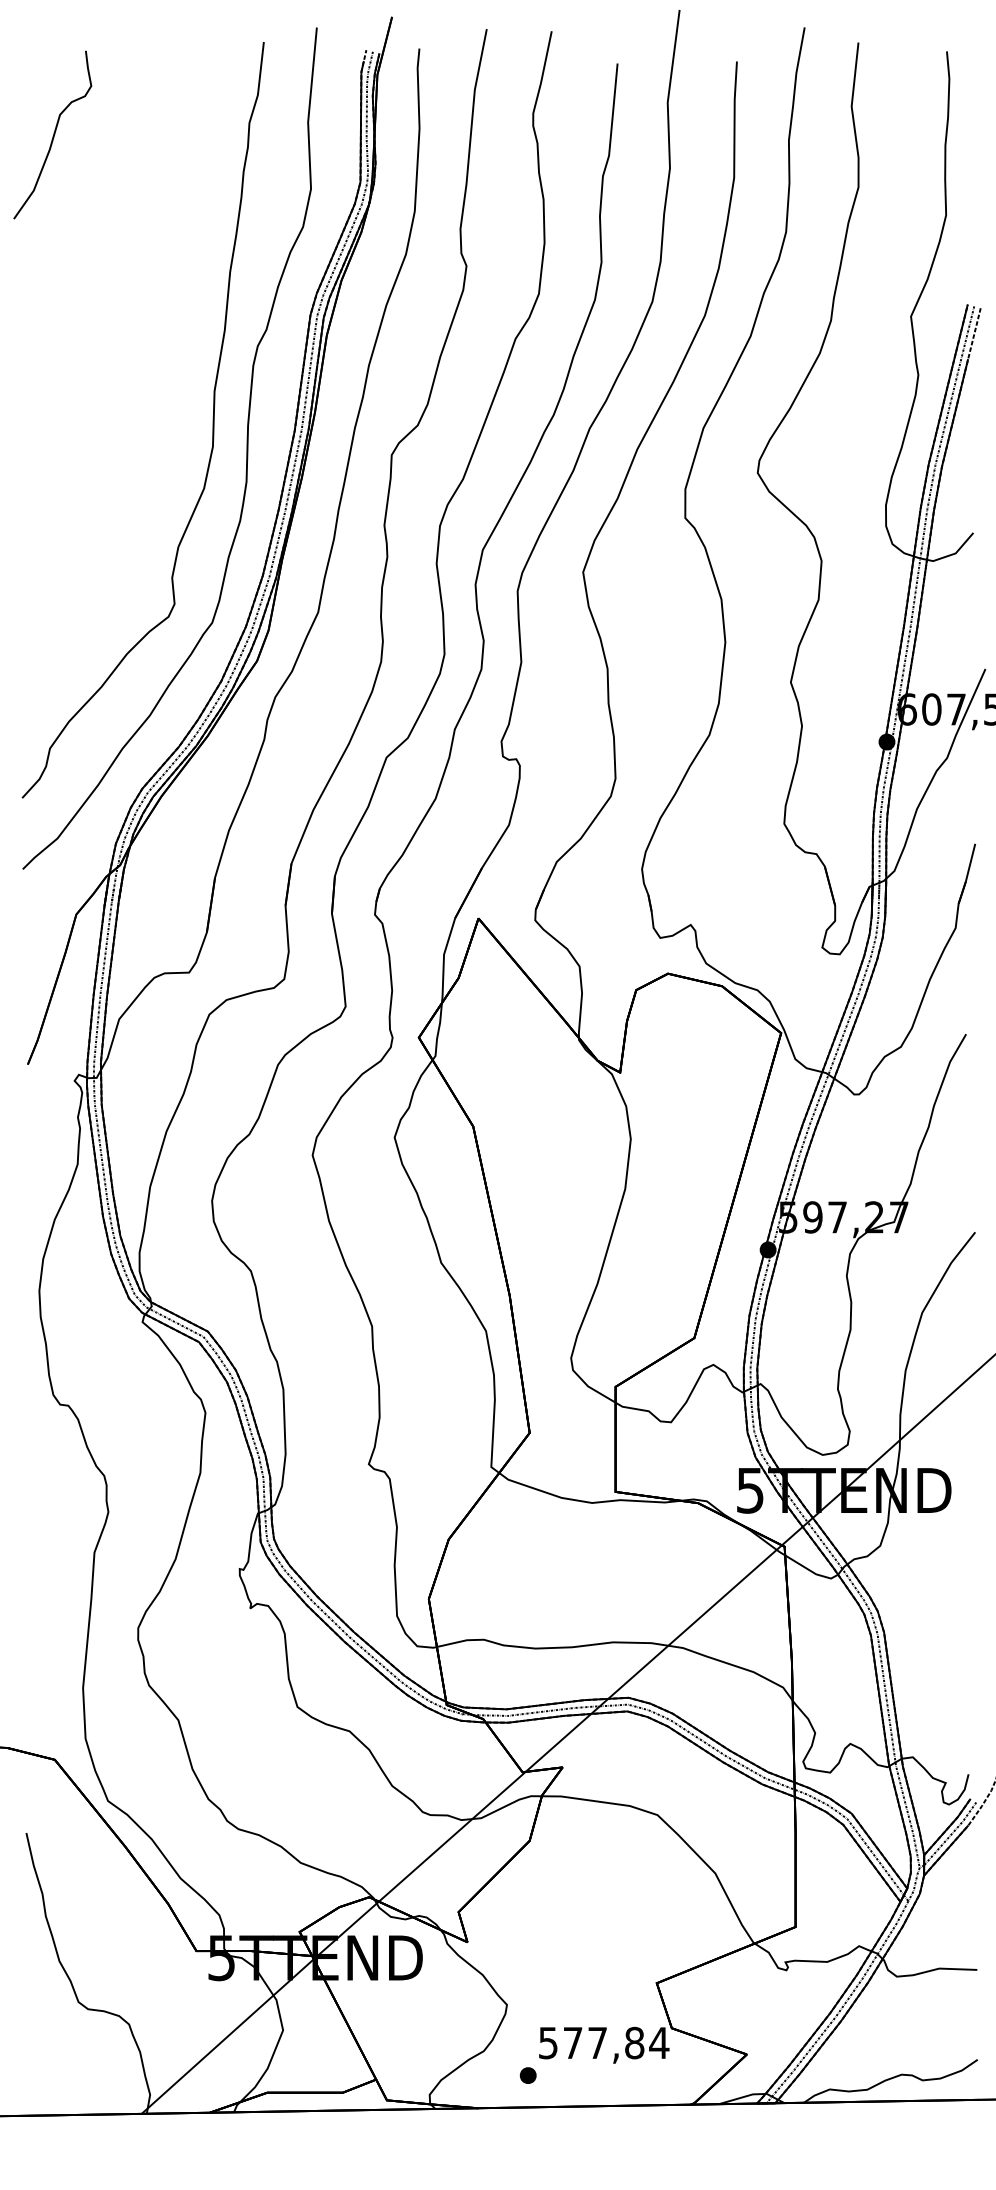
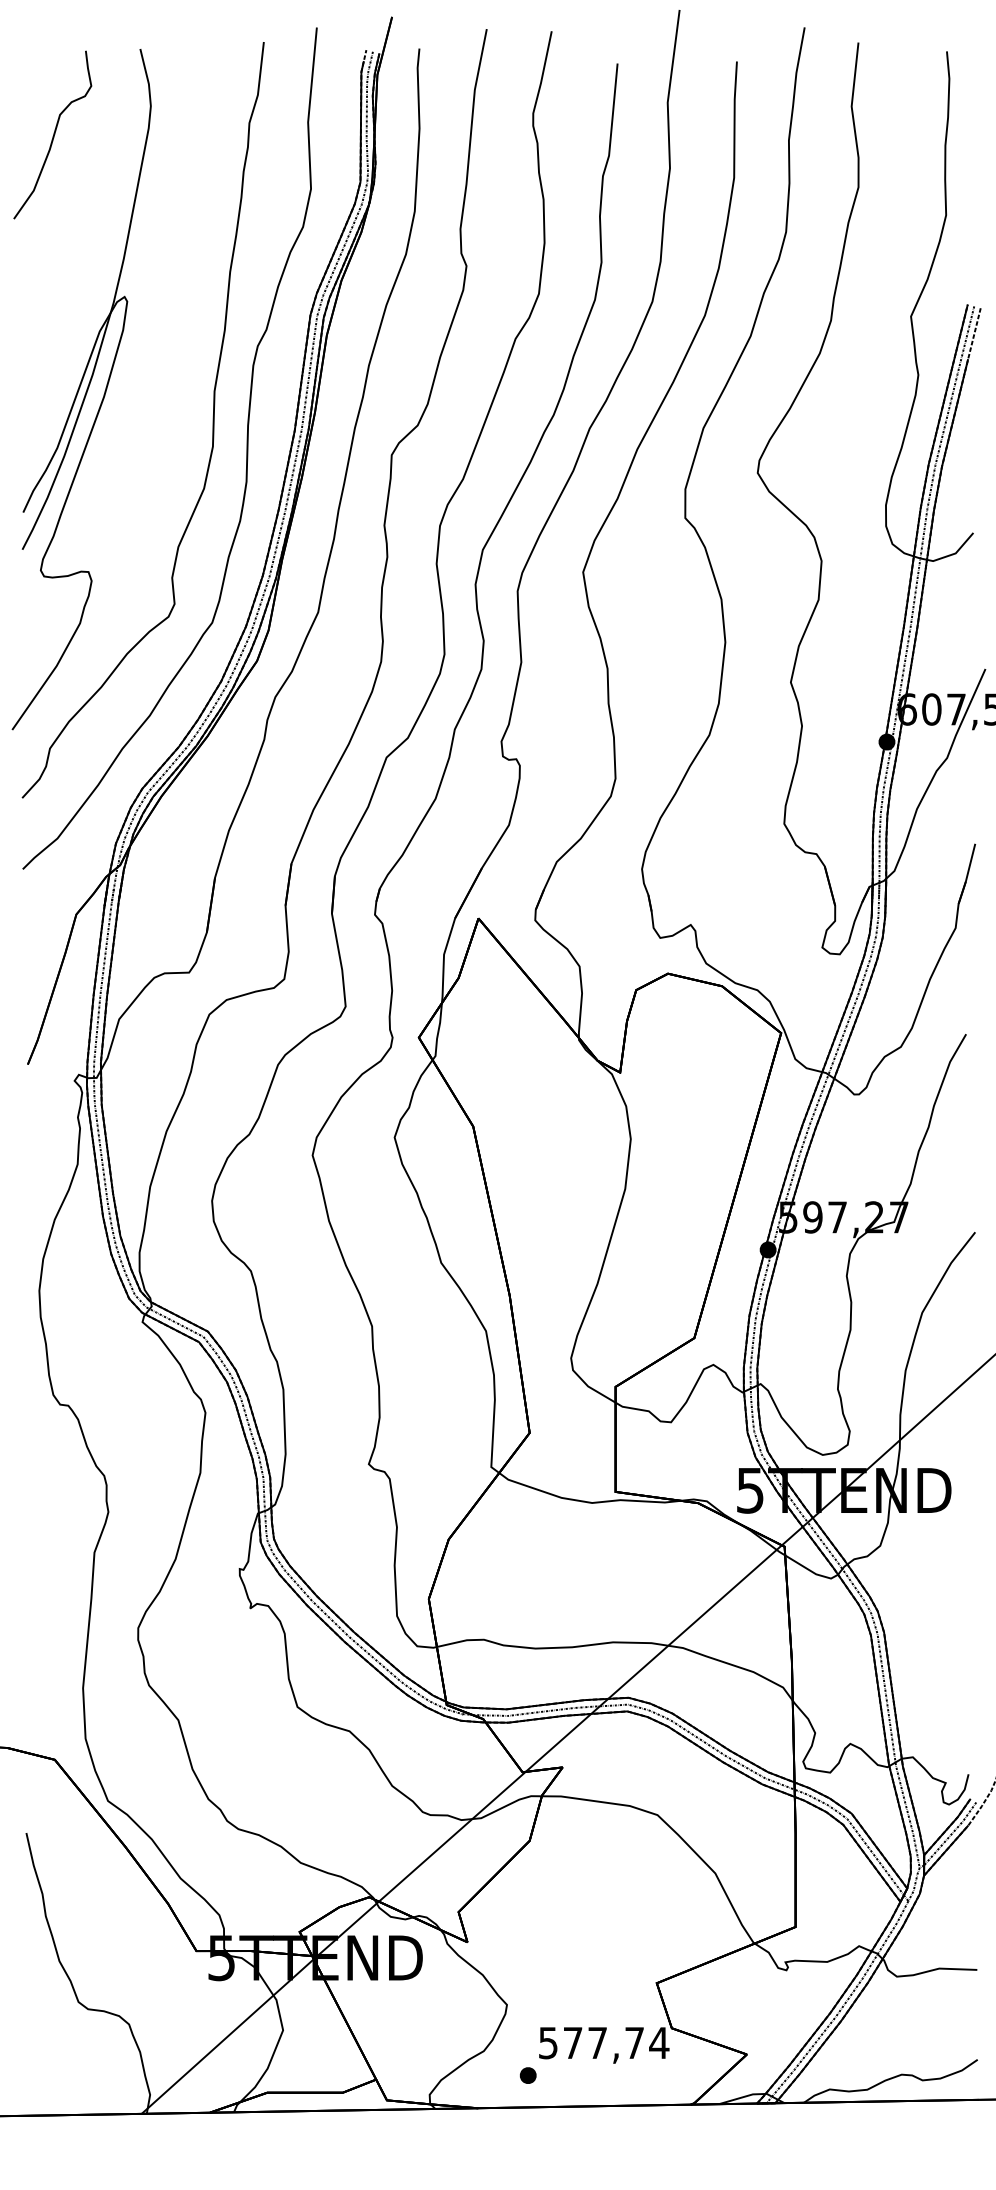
part at (81, 389): none -> present
text at (634, 2042): 577,84 -> 577,74
